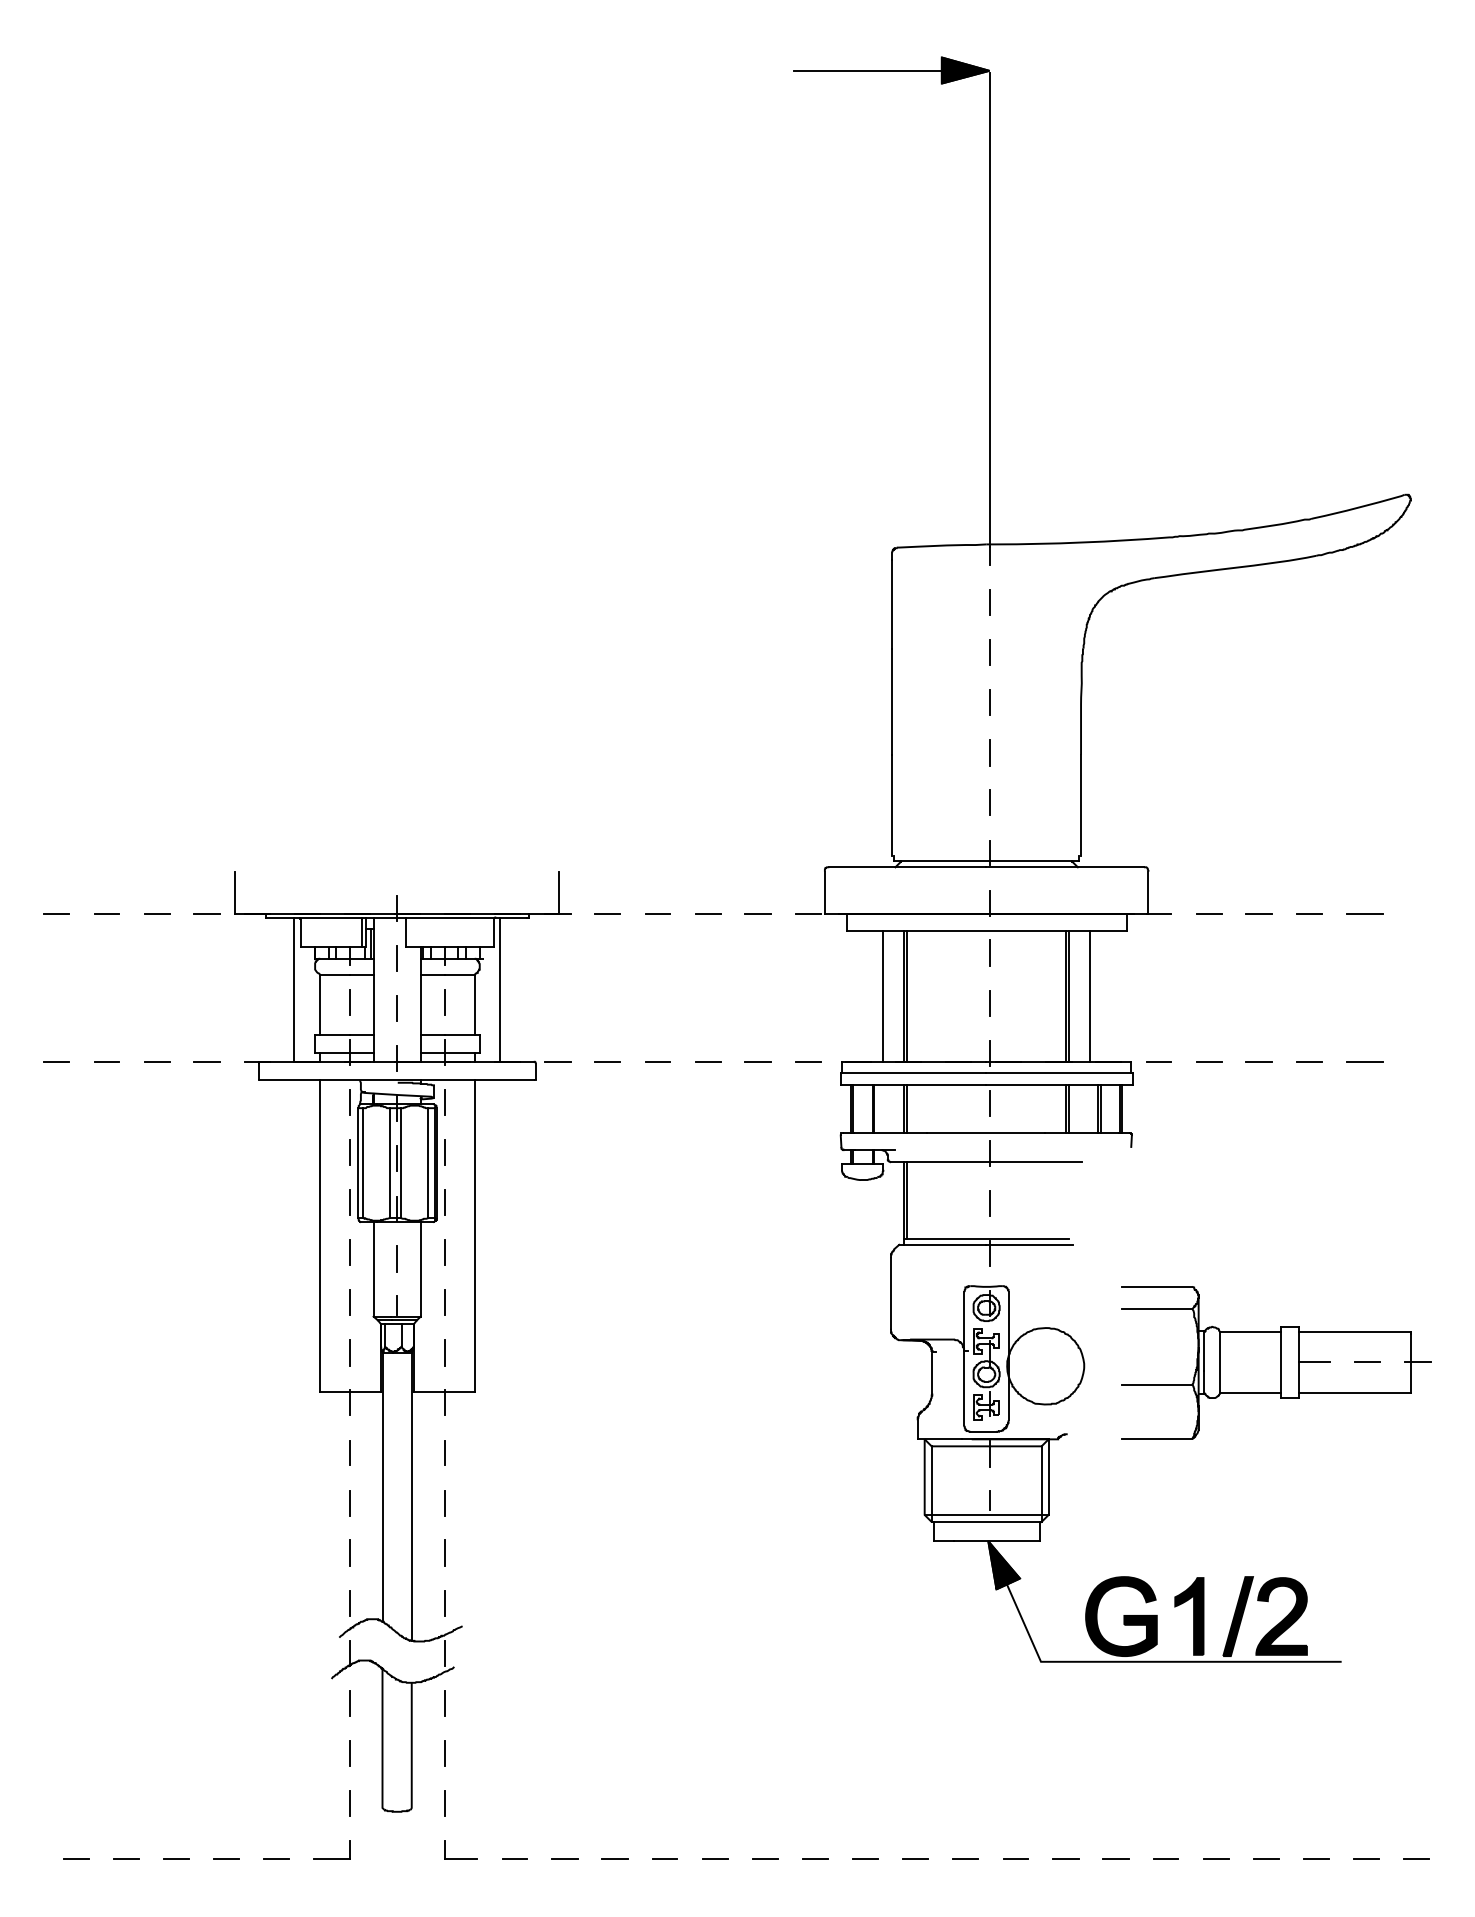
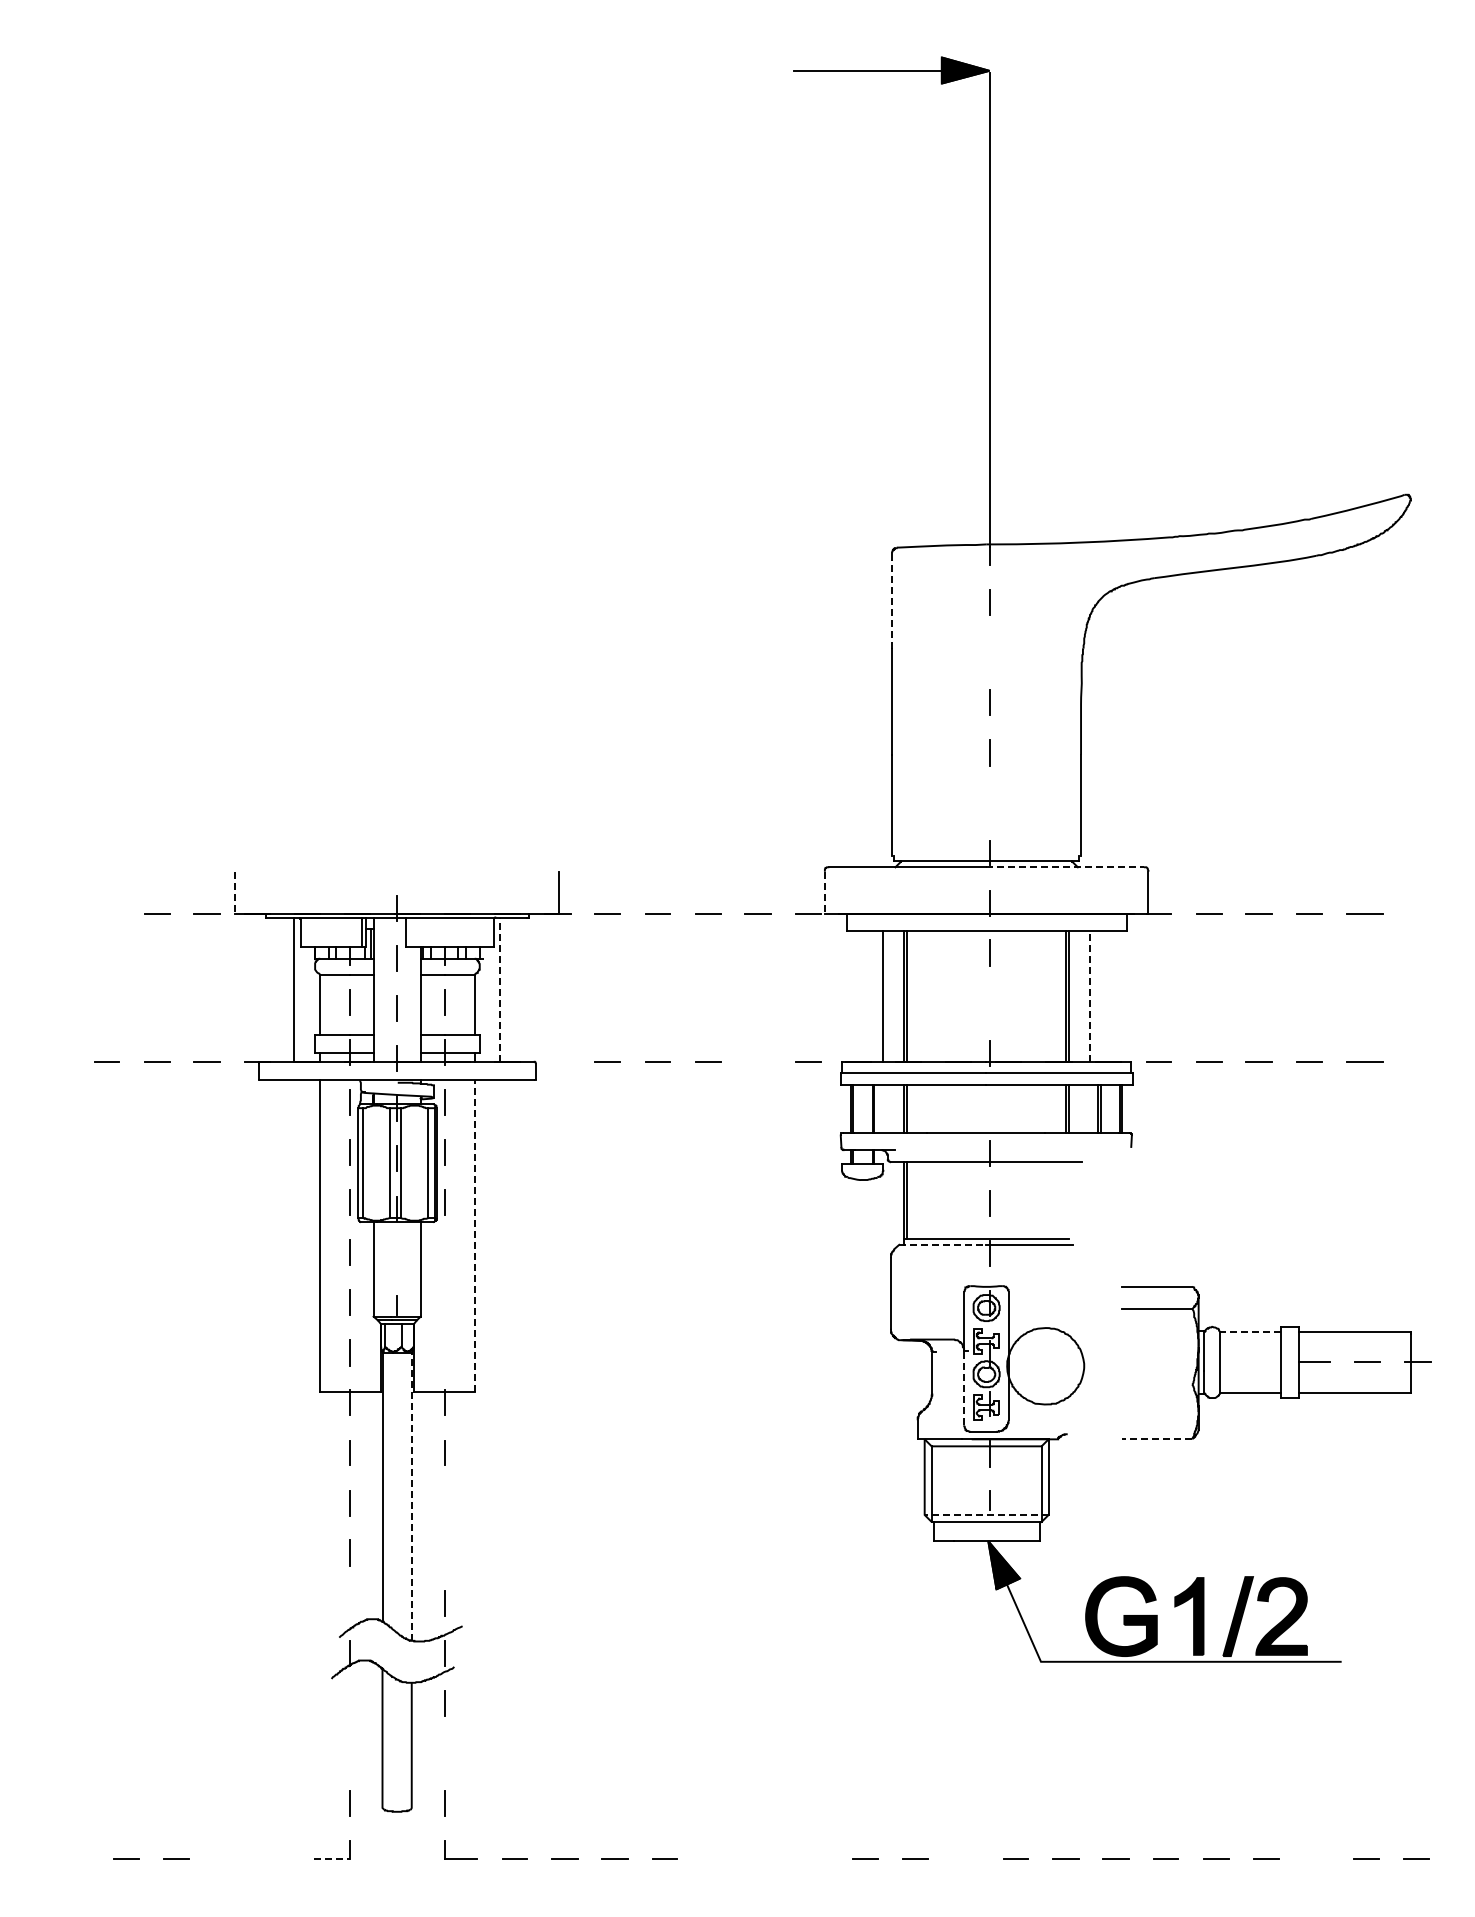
line at (892, 603): solid -> dashed
line at (989, 652): present -> none
line at (989, 802): present -> none
line at (1065, 867): solid -> dashed
line at (235, 893): solid -> dashed
line at (824, 893): solid -> dashed
line at (56, 914): present -> none
line at (106, 914): present -> none
line at (500, 989): solid -> dashed
line at (1089, 996): solid -> dashed
line at (989, 1003): present -> none
line at (56, 1061): present -> none
line at (557, 1061): present -> none
line at (757, 1061): present -> none
line at (989, 1103): present -> none
line at (474, 1235): solid -> dashed
line at (942, 1244): solid -> dashed
line at (444, 1252): present -> none
line at (397, 1258): present -> none
line at (444, 1302): present -> none
line at (1250, 1331): solid -> dashed
line at (444, 1352): present -> none
line at (1157, 1384): present -> none
line at (964, 1387): solid -> dashed
line at (1157, 1438): solid -> dashed
line at (411, 1496): solid -> dashed
line at (444, 1502): present -> none
line at (986, 1514): solid -> dashed
line at (444, 1552): present -> none
line at (350, 1603): present -> none
line at (350, 1703): present -> none
line at (350, 1753): present -> none
line at (444, 1753): present -> none
line at (76, 1858): present -> none
line at (815, 1858): present -> none
line at (226, 1859): present -> none
line at (276, 1859): present -> none
line at (332, 1859): solid -> dashed
line at (714, 1859): present -> none
line at (765, 1859): present -> none
line at (965, 1859): present -> none
line at (1315, 1859): present -> none
